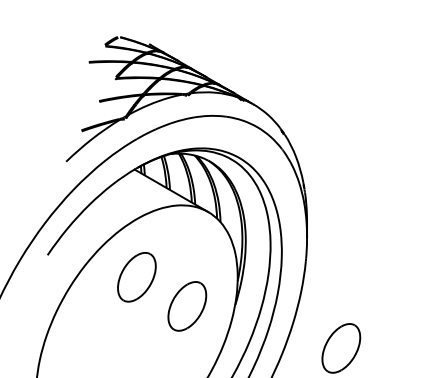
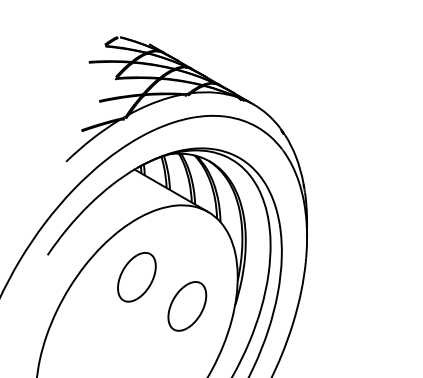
part at (341, 348): present -> none
